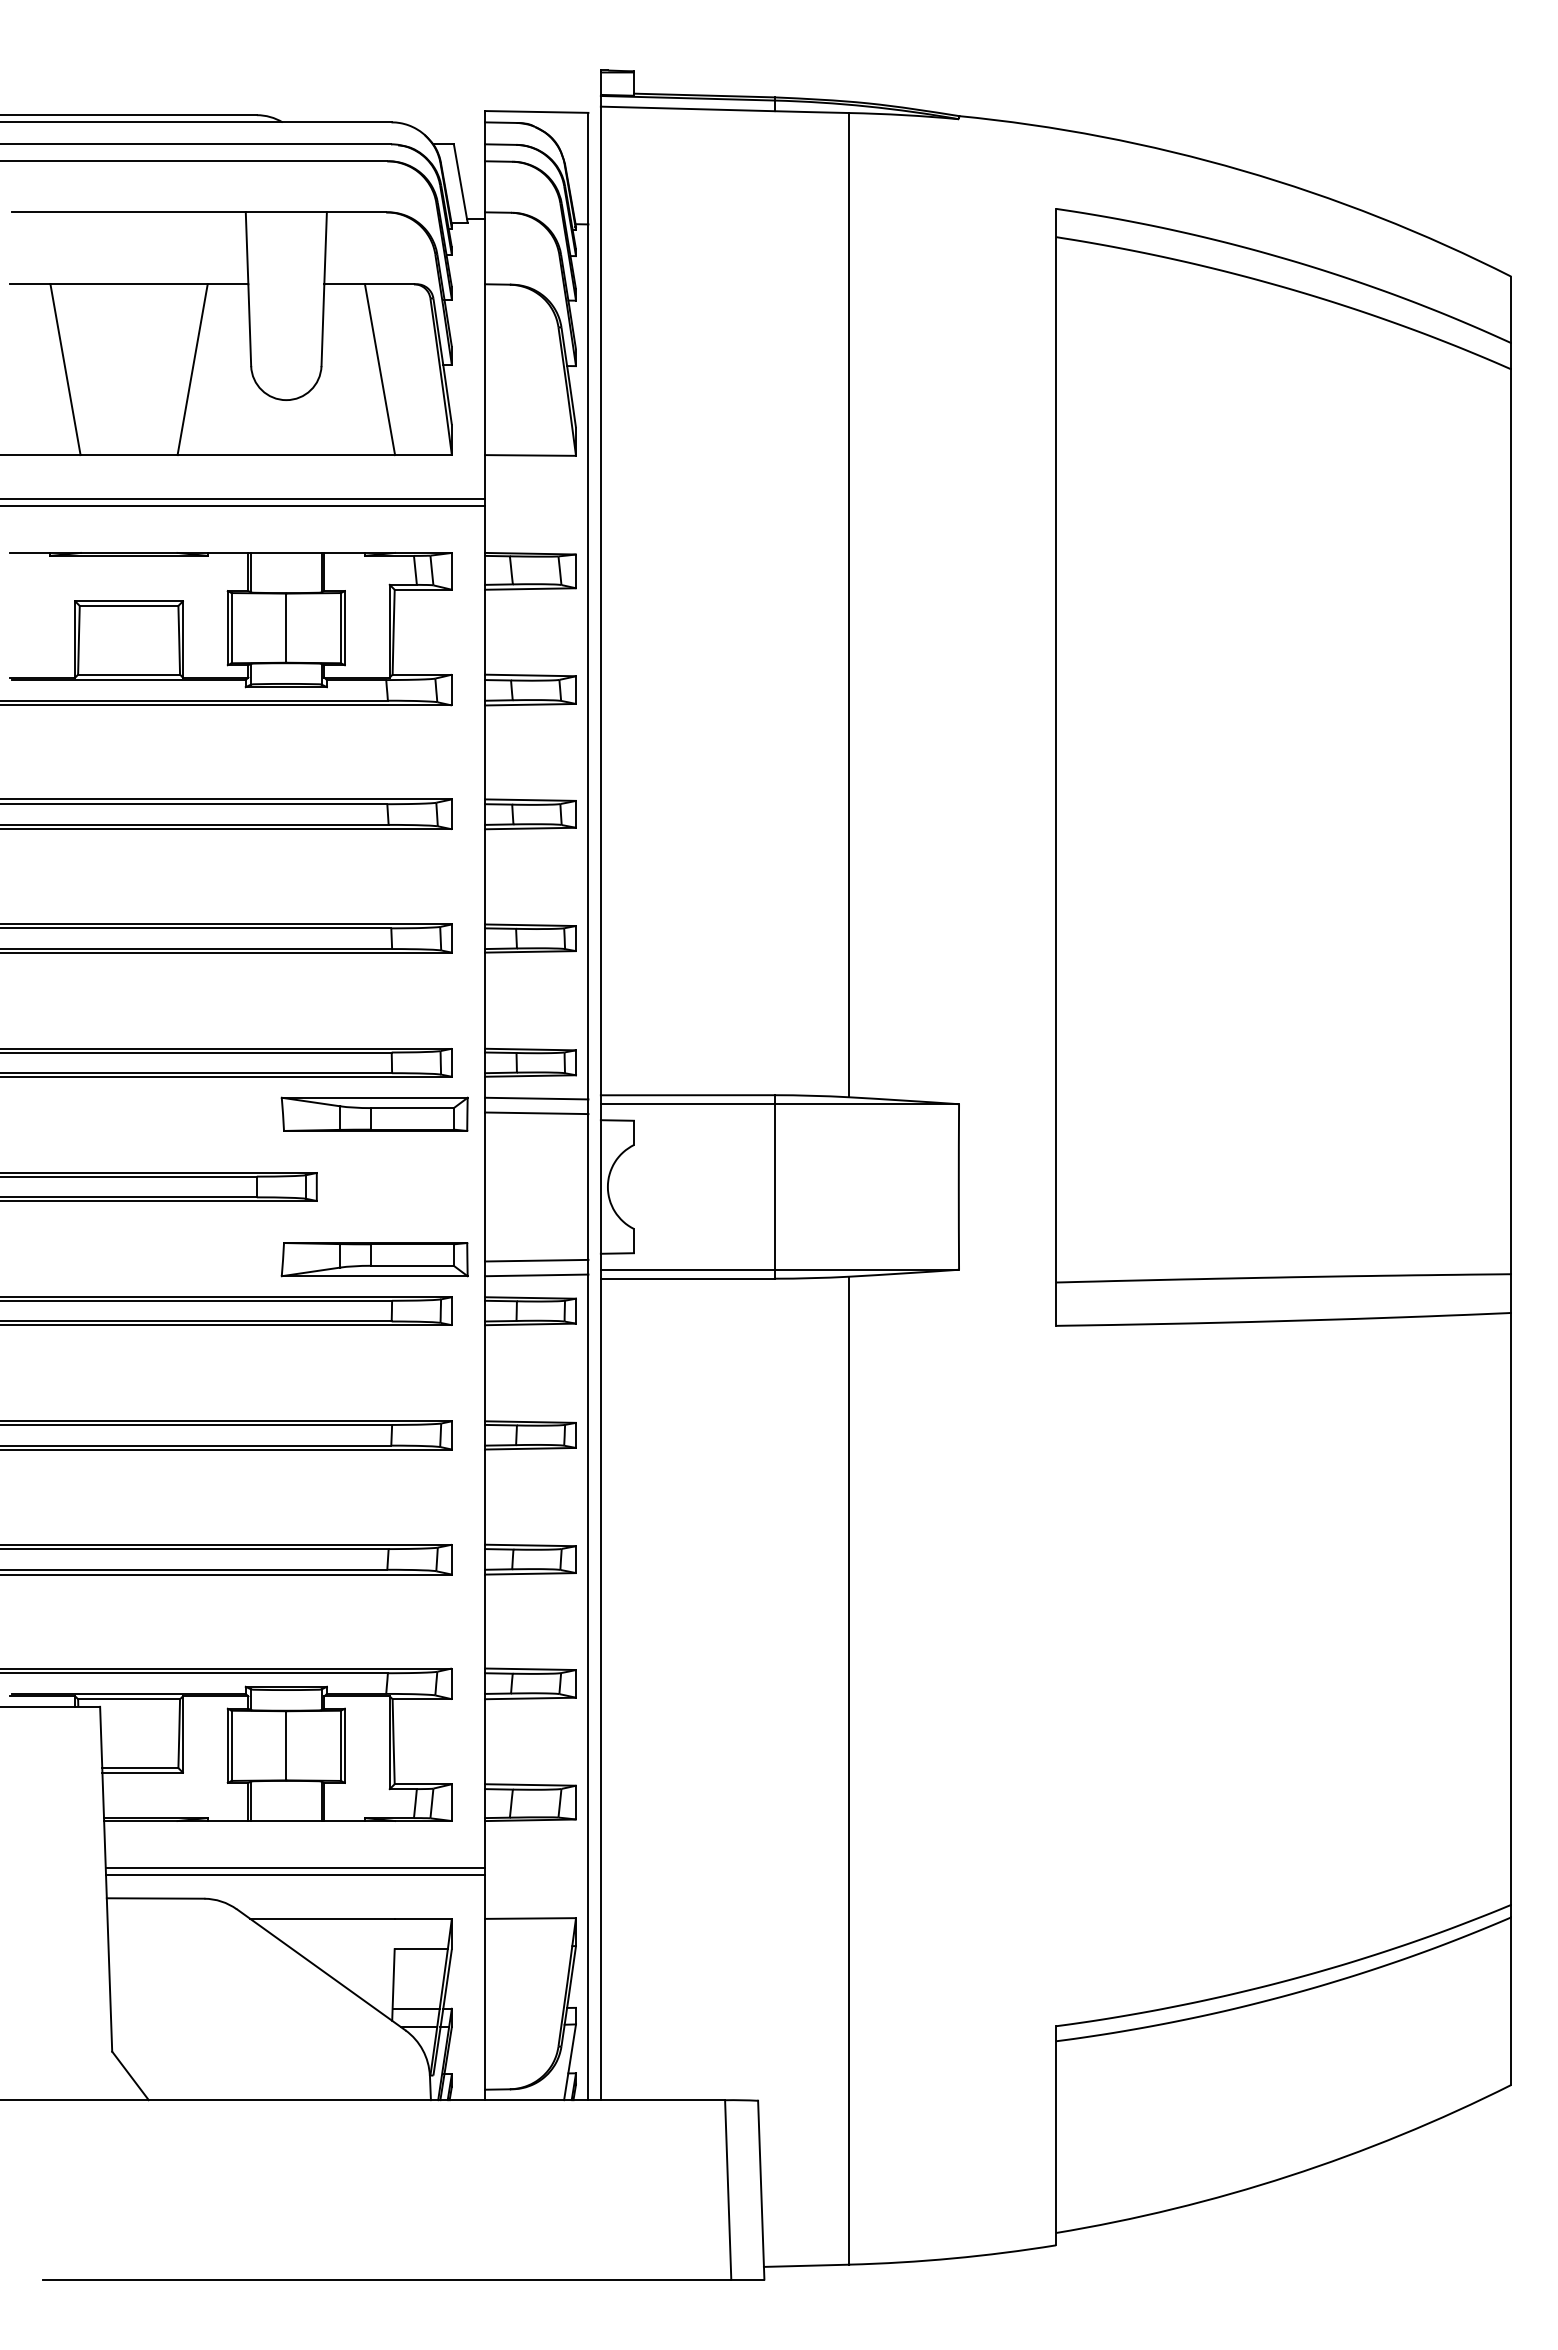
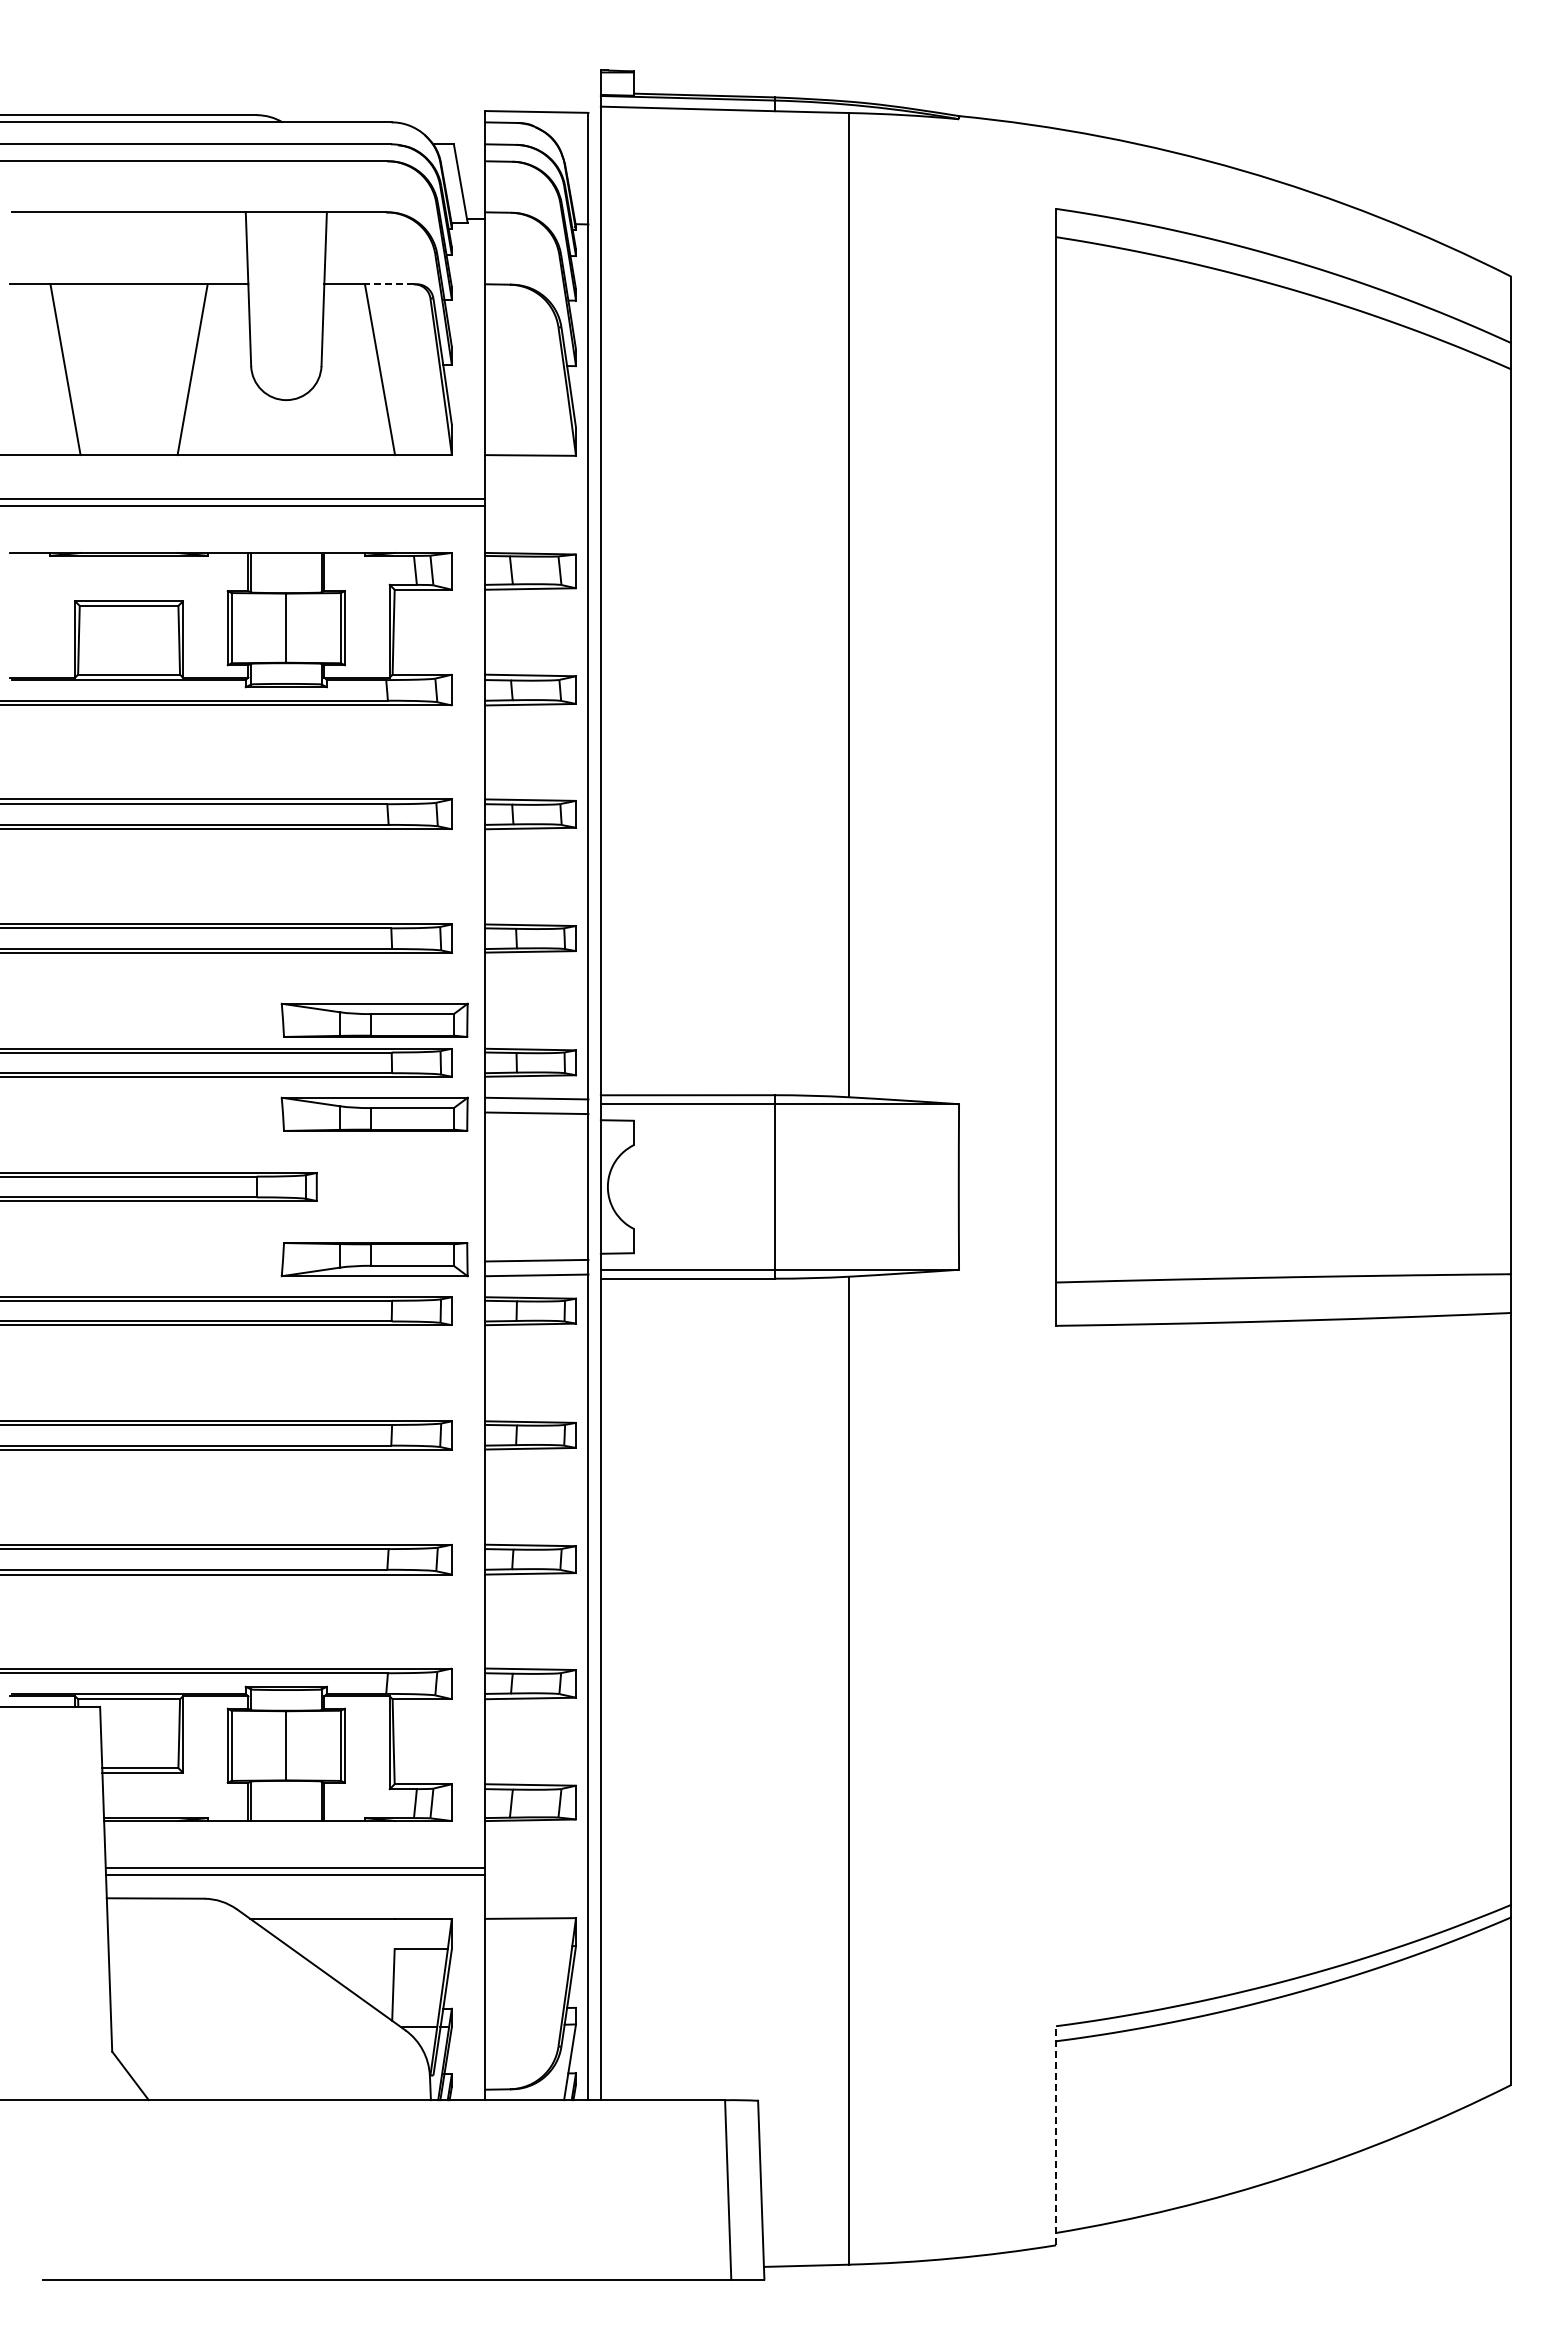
line at (388, 284): solid -> dashed
part at (374, 1019): none -> present
line at (415, 2008): present -> none
line at (1056, 2135): solid -> dashed
